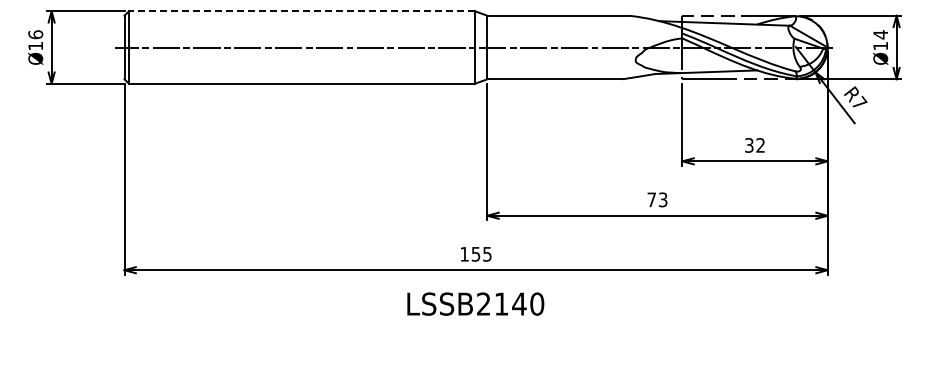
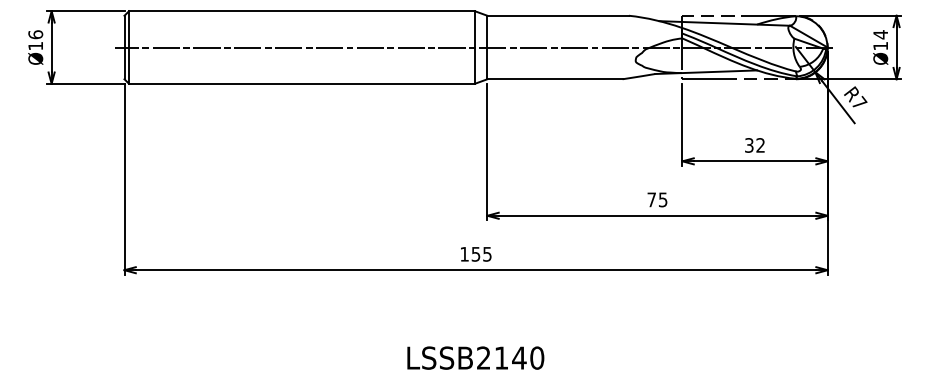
line at (301, 11): dashed -> solid
text at (663, 199): 73 -> 75
text at (475, 303) position: (475, 303) -> (475, 357)
